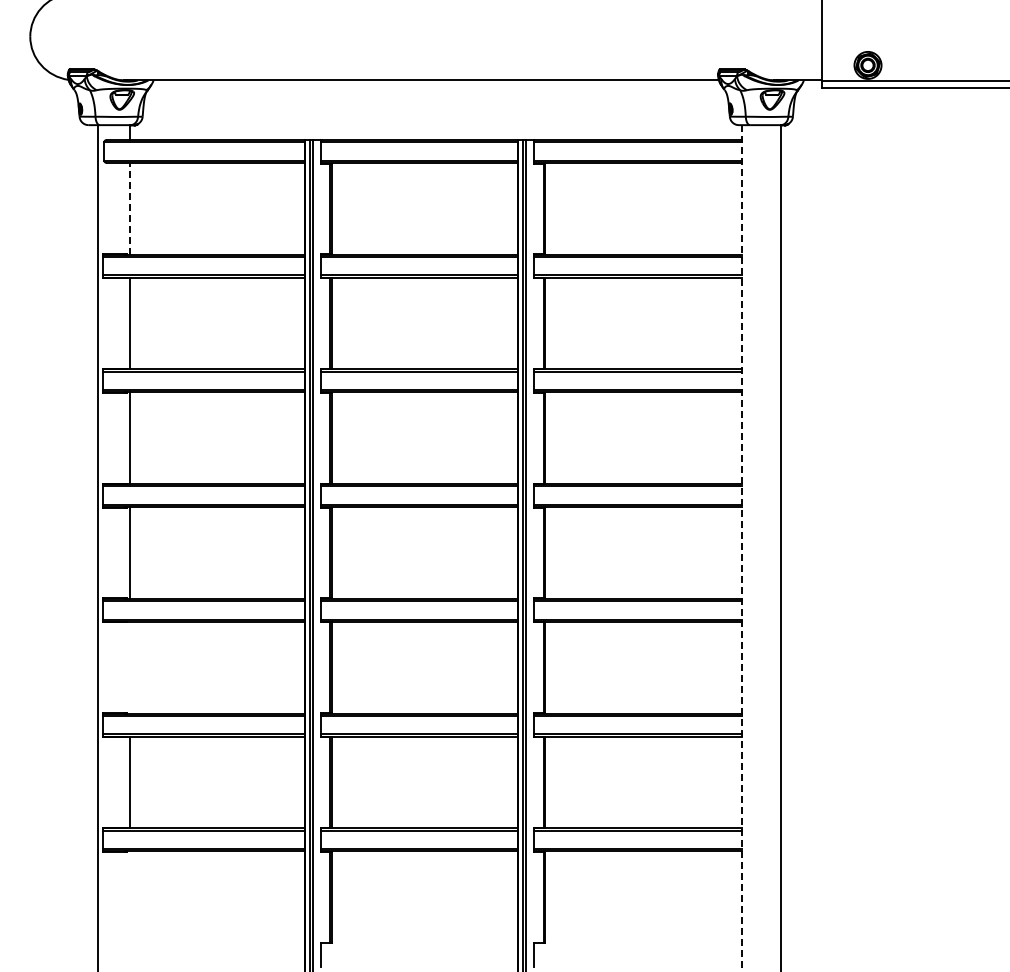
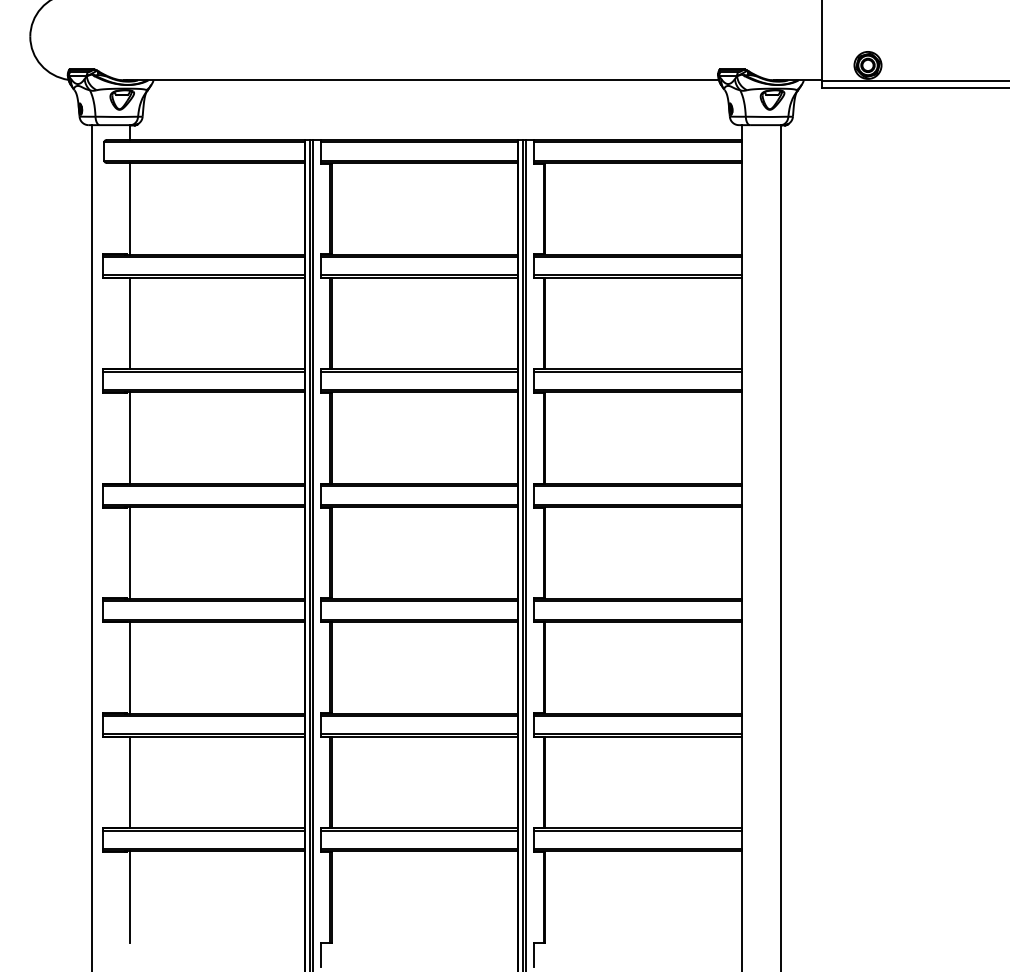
line at (130, 208): dashed -> solid
line at (97, 546) position: (97, 546) -> (91, 546)
line at (742, 548): dashed -> solid
line at (130, 667): none -> present
line at (130, 897): none -> present
